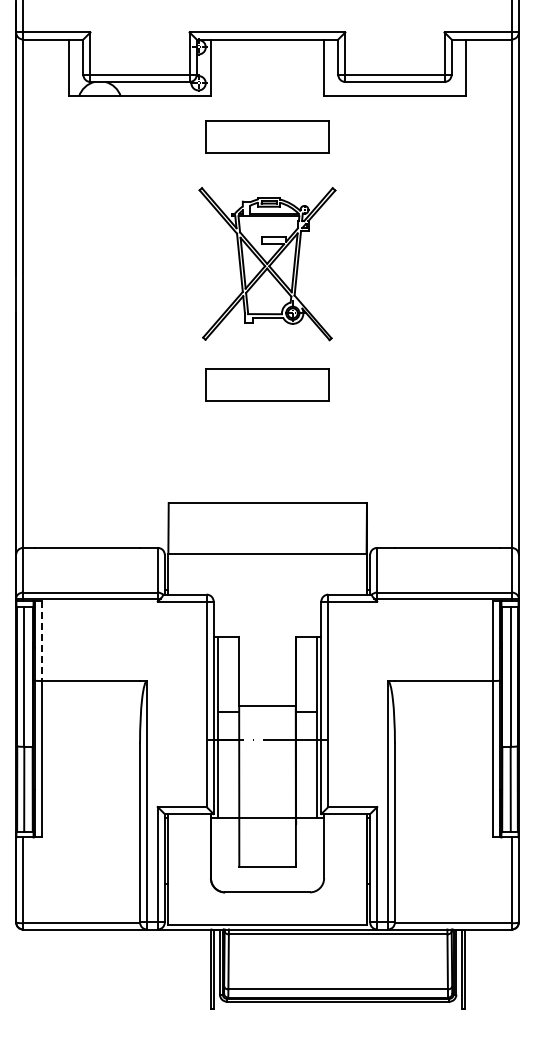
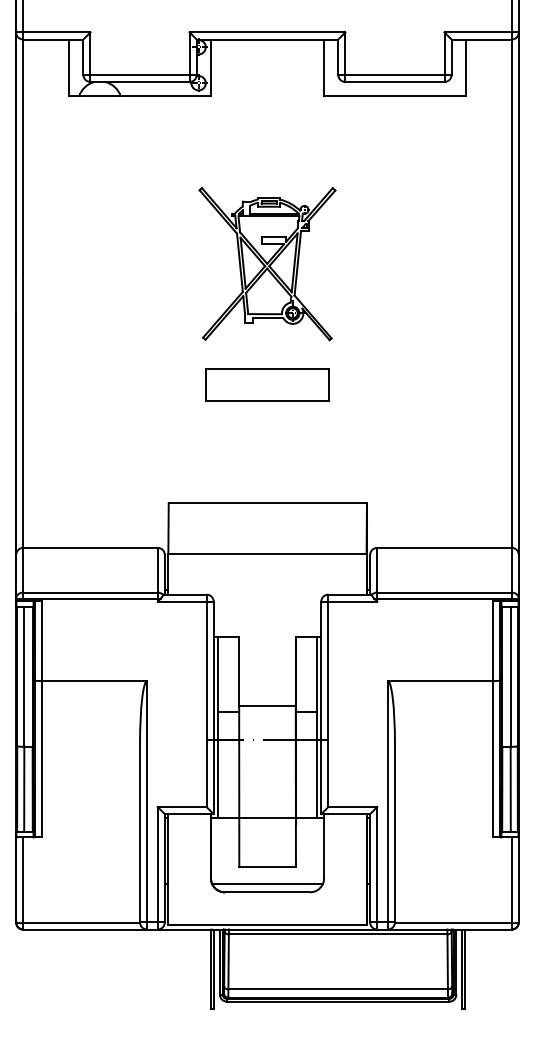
part at (267, 136): present -> none
line at (41, 641): dashed -> solid
line at (267, 883): none -> present
